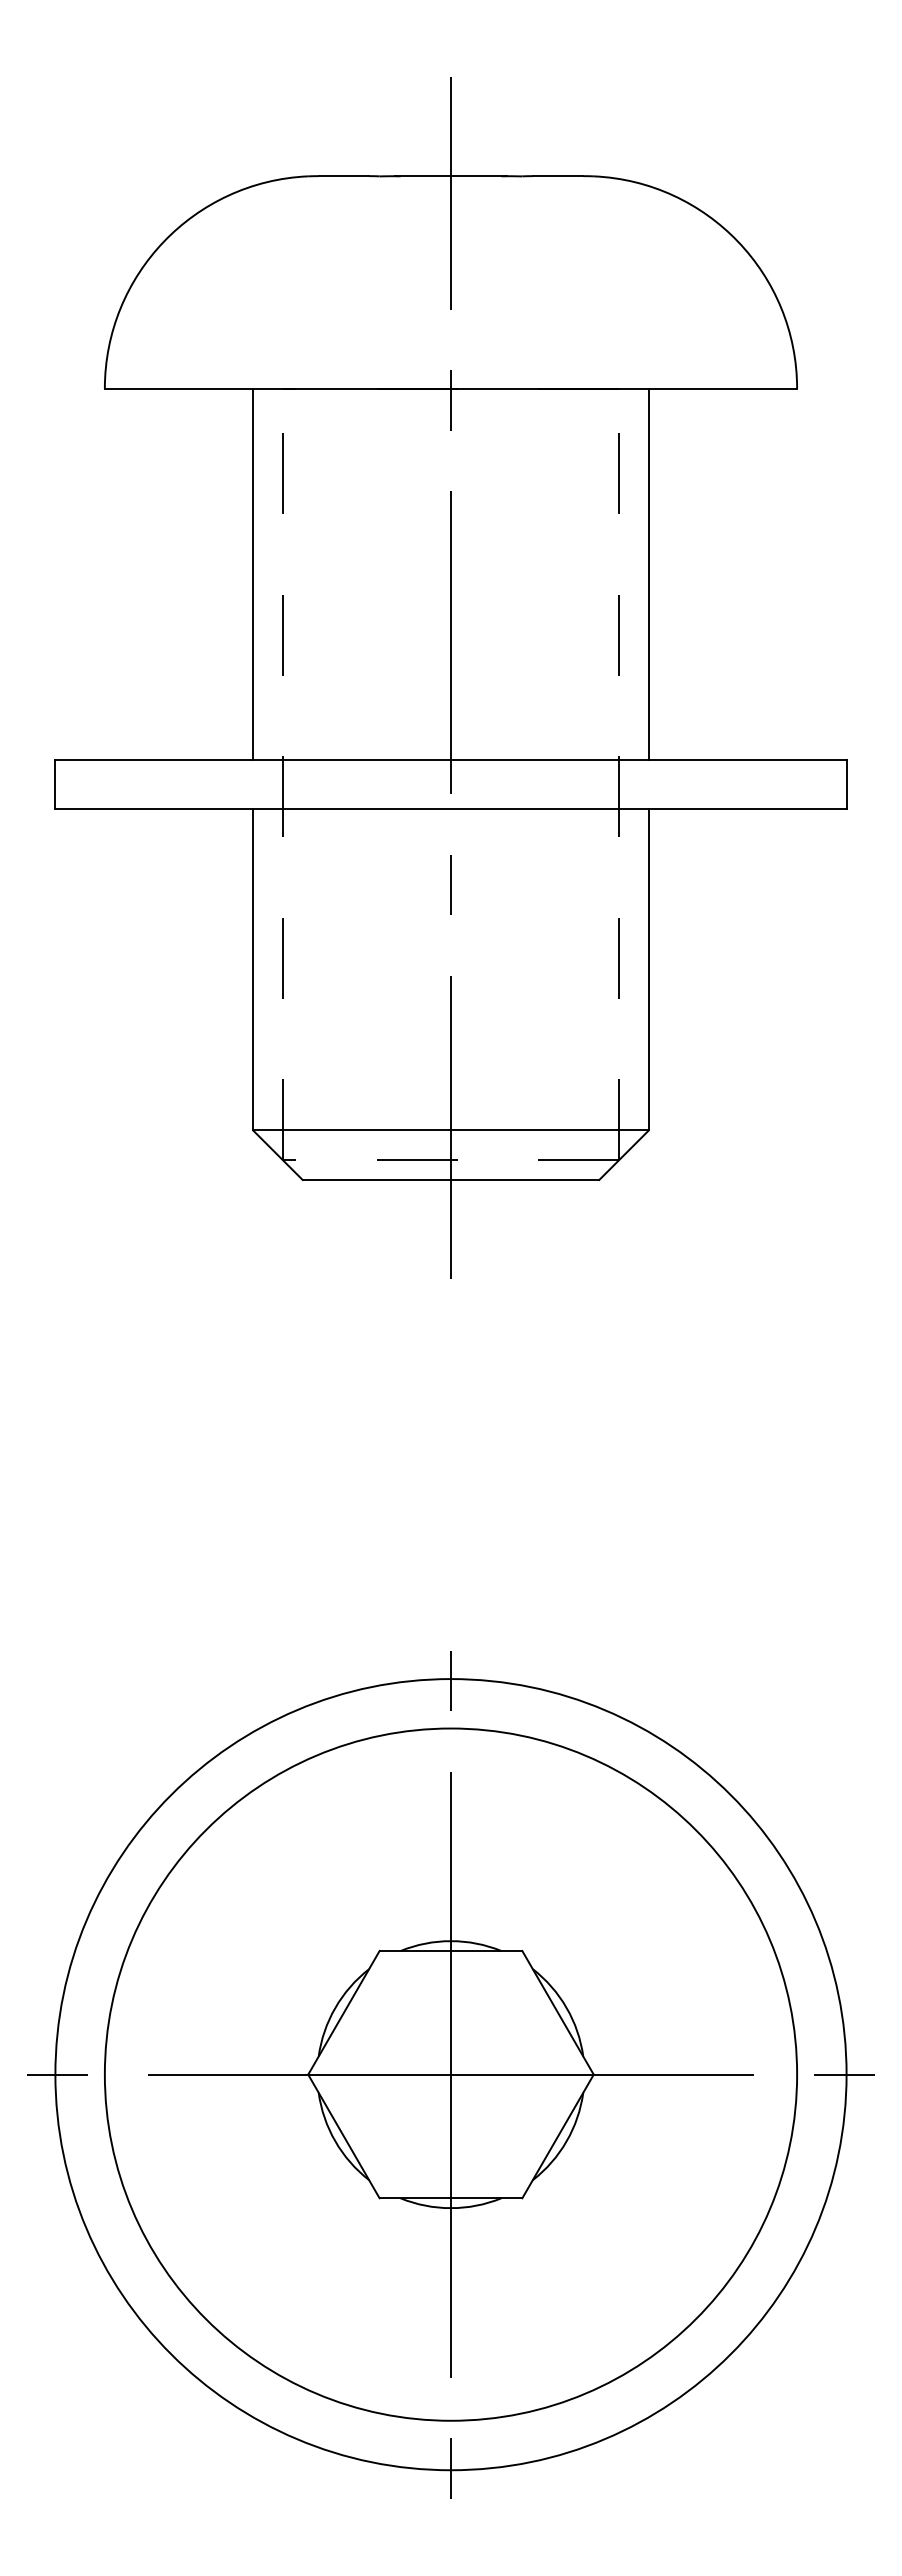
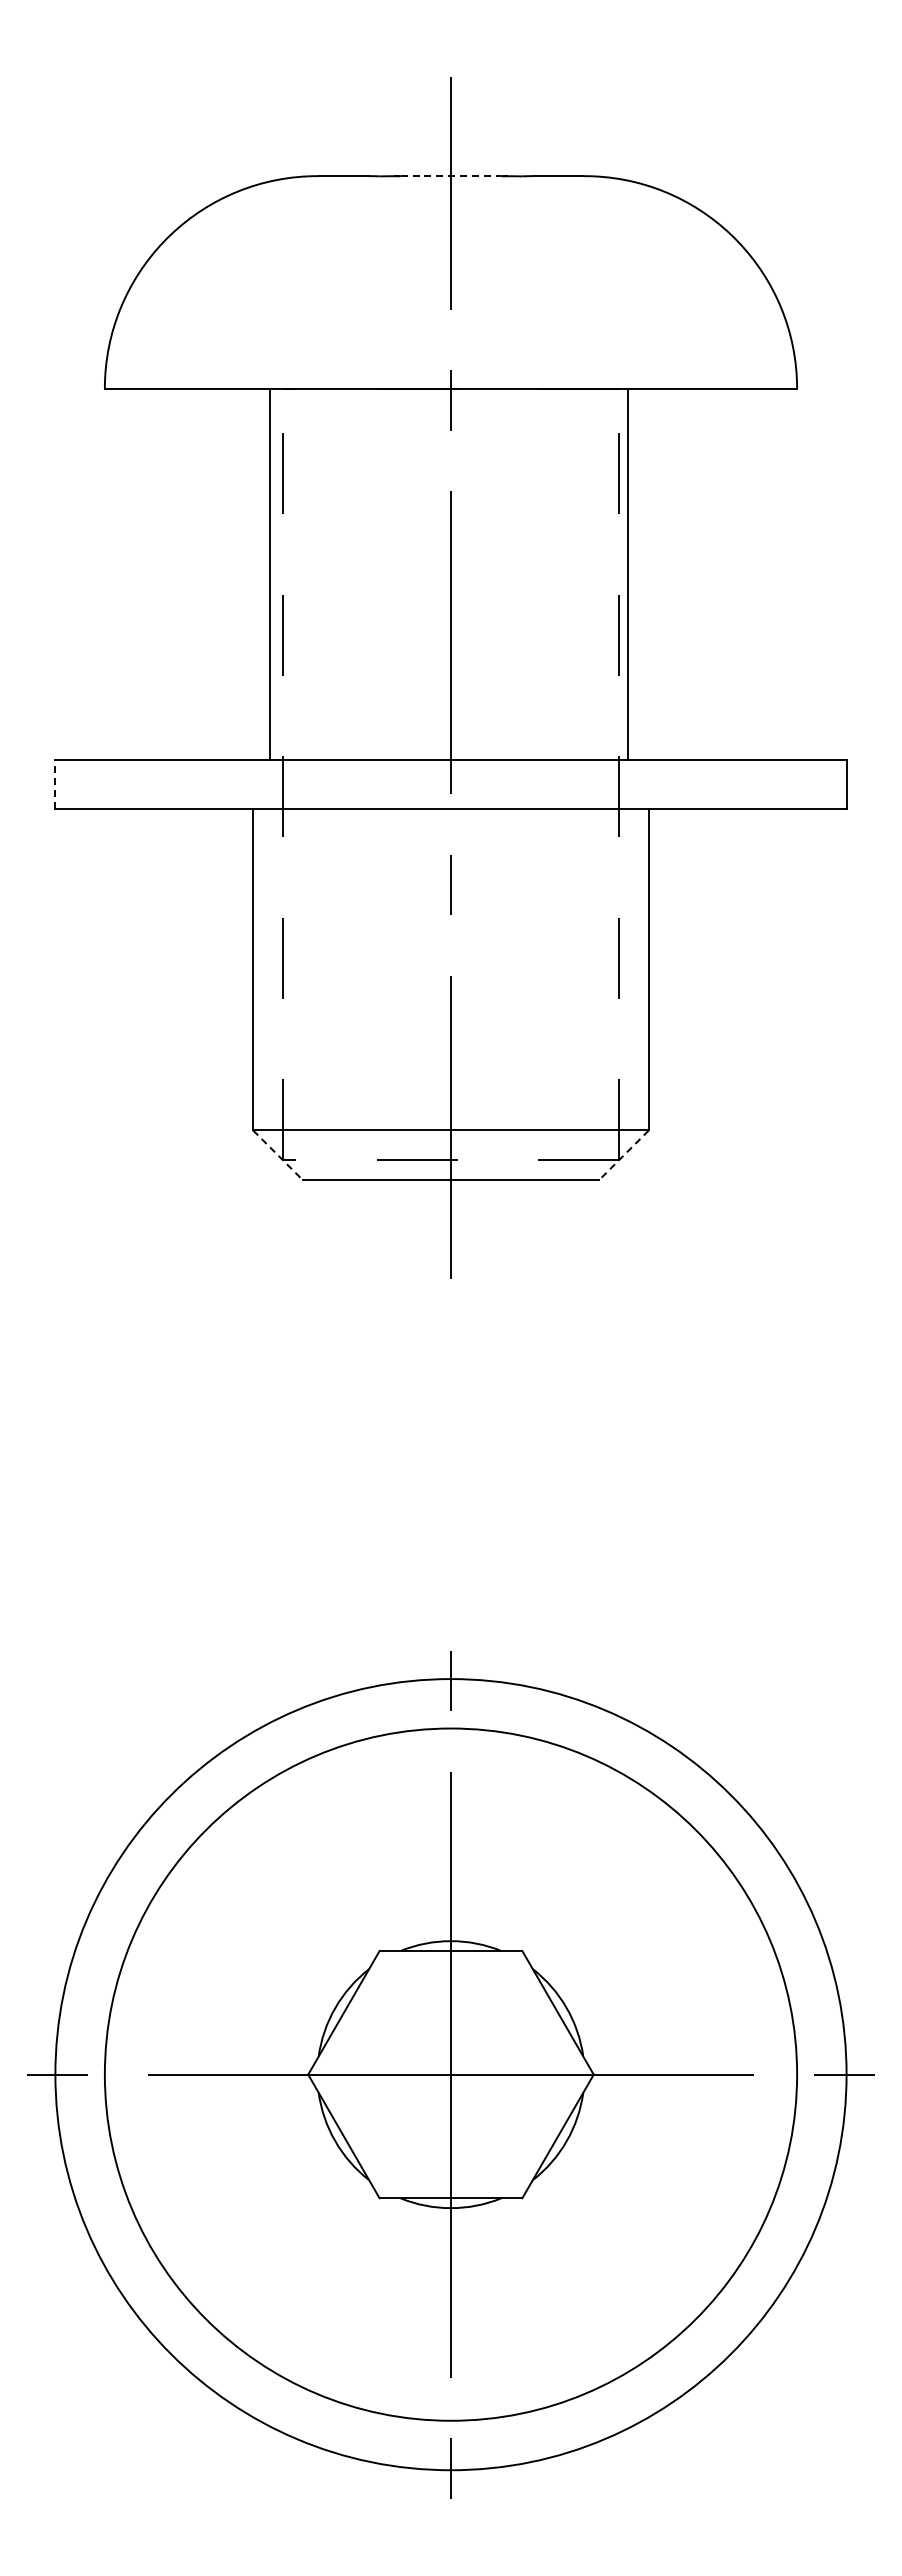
line at (451, 176): solid -> dashed
line at (253, 573) position: (253, 573) -> (270, 573)
line at (648, 573) position: (648, 573) -> (627, 573)
line at (55, 784): solid -> dashed
line at (277, 1155): solid -> dashed
line at (624, 1155): solid -> dashed
